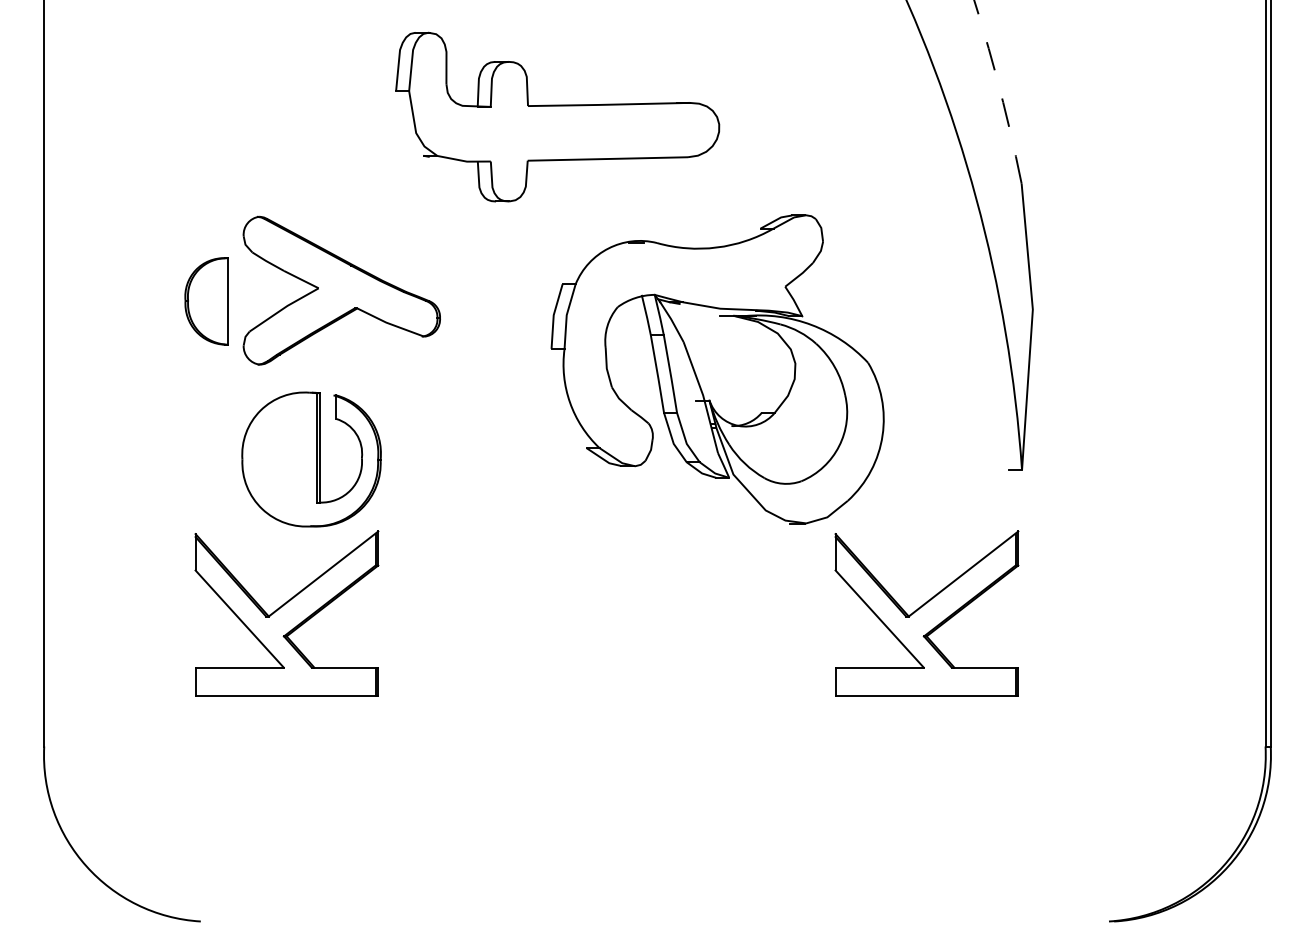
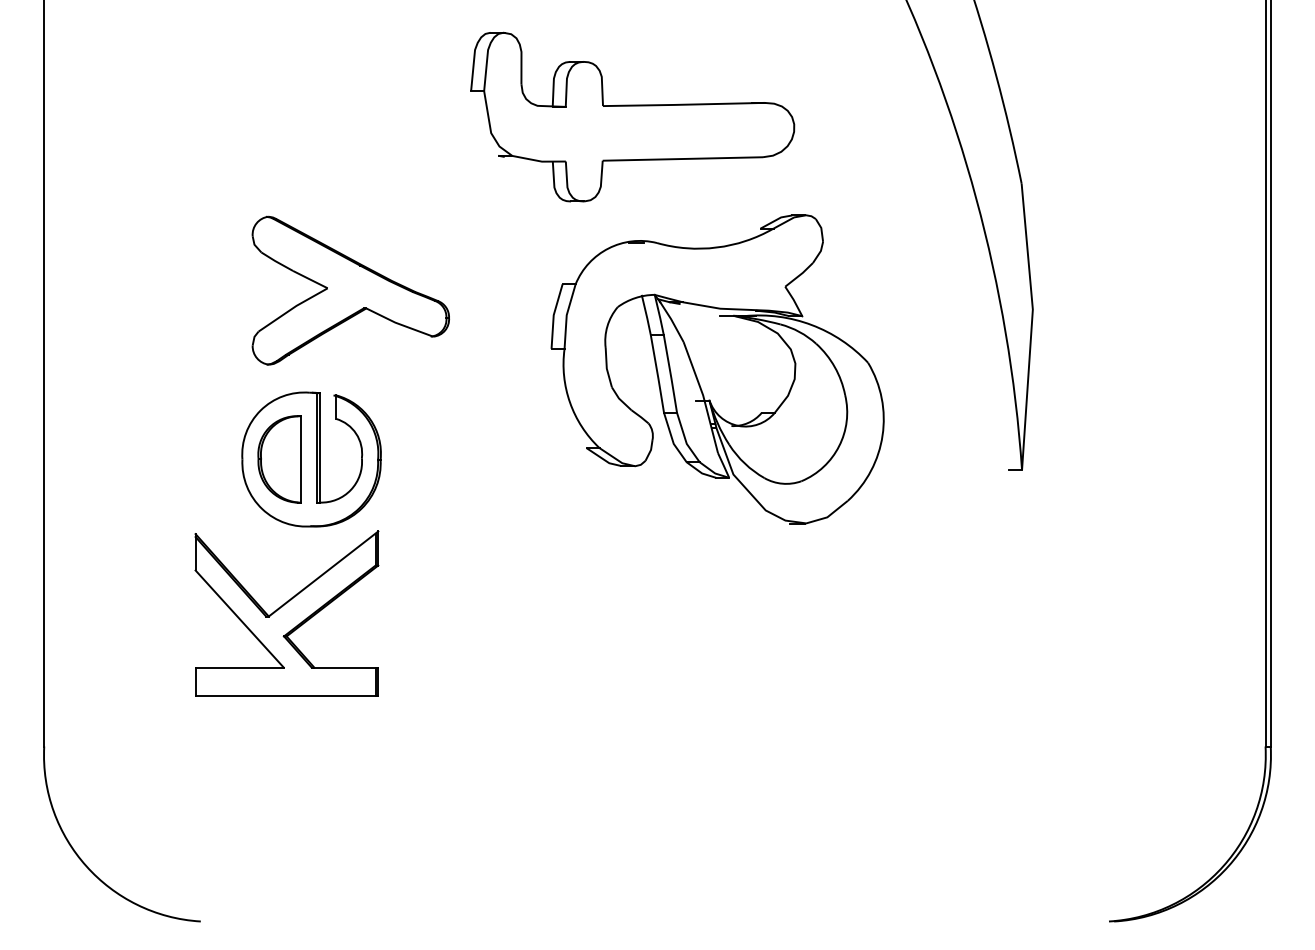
arc at (1000, 90): dashed -> solid
part at (557, 116) position: (557, 116) -> (632, 116)
part at (341, 290) position: (341, 290) -> (350, 290)
part at (206, 301) position: (206, 301) -> (279, 459)
part at (926, 613): present -> none
